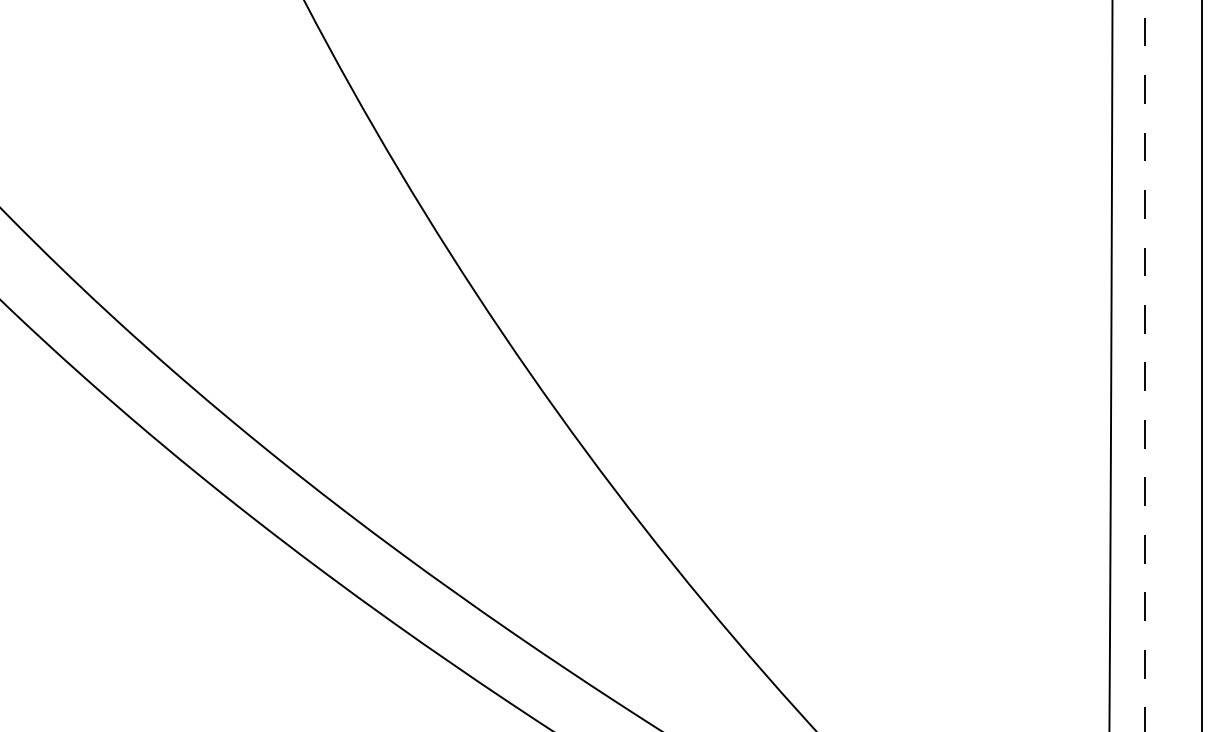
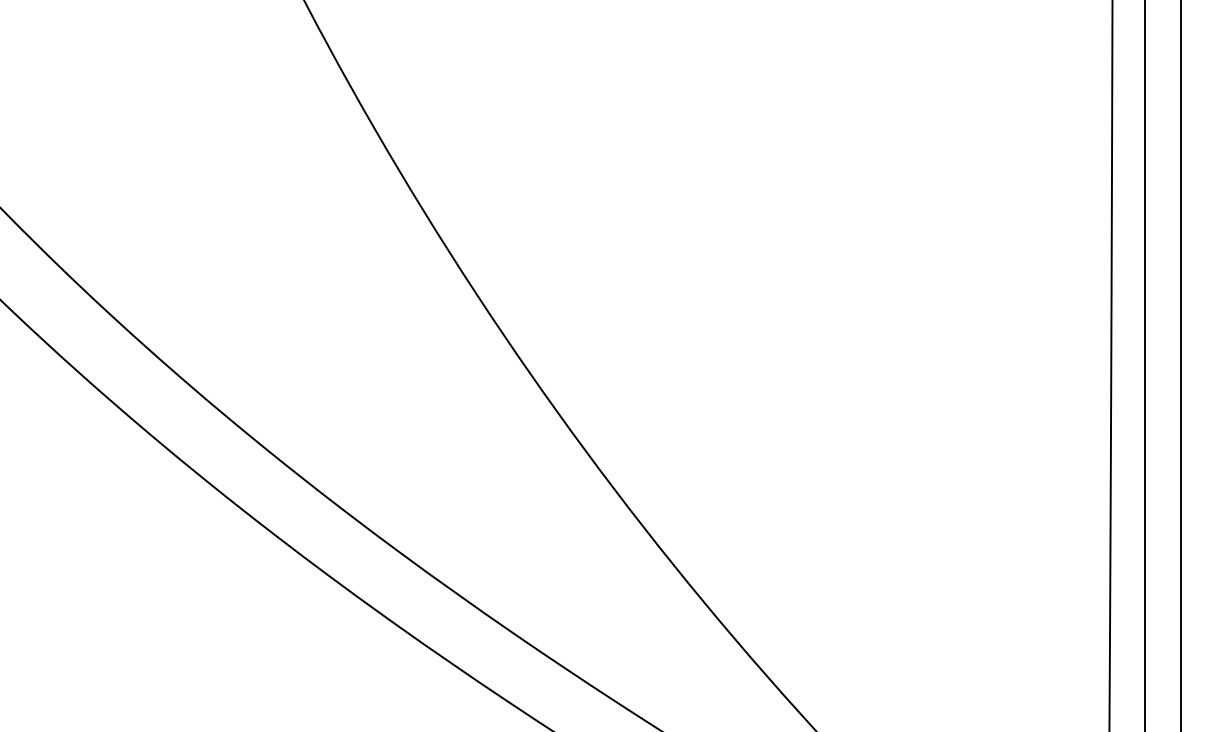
line at (1201, 365) position: (1201, 365) -> (1180, 365)
line at (1144, 366): dashed -> solid
